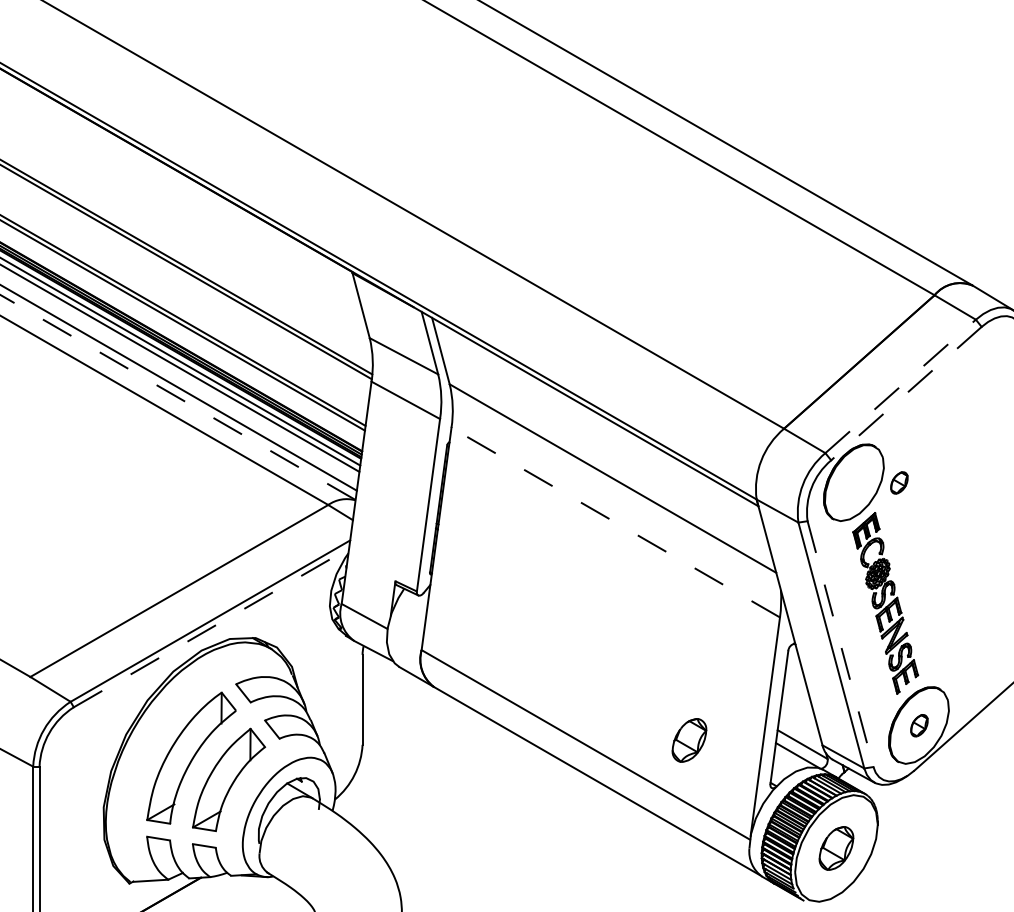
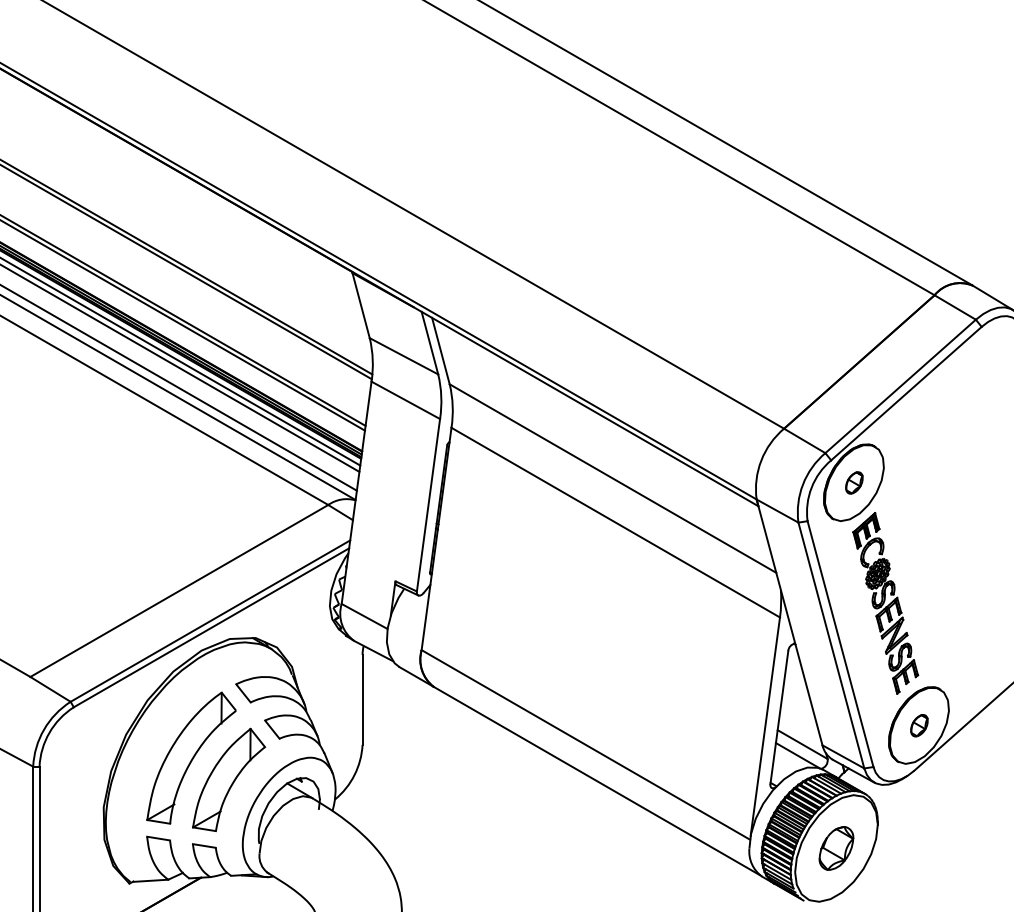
line at (900, 386): dashed -> solid
line at (906, 393): dashed -> solid
line at (178, 397): dashed -> solid
part at (899, 482) position: (899, 482) -> (854, 482)
line at (615, 522): dashed -> solid
line at (211, 627): dashed -> solid
line at (840, 644): dashed -> solid
part at (689, 740): present -> none
